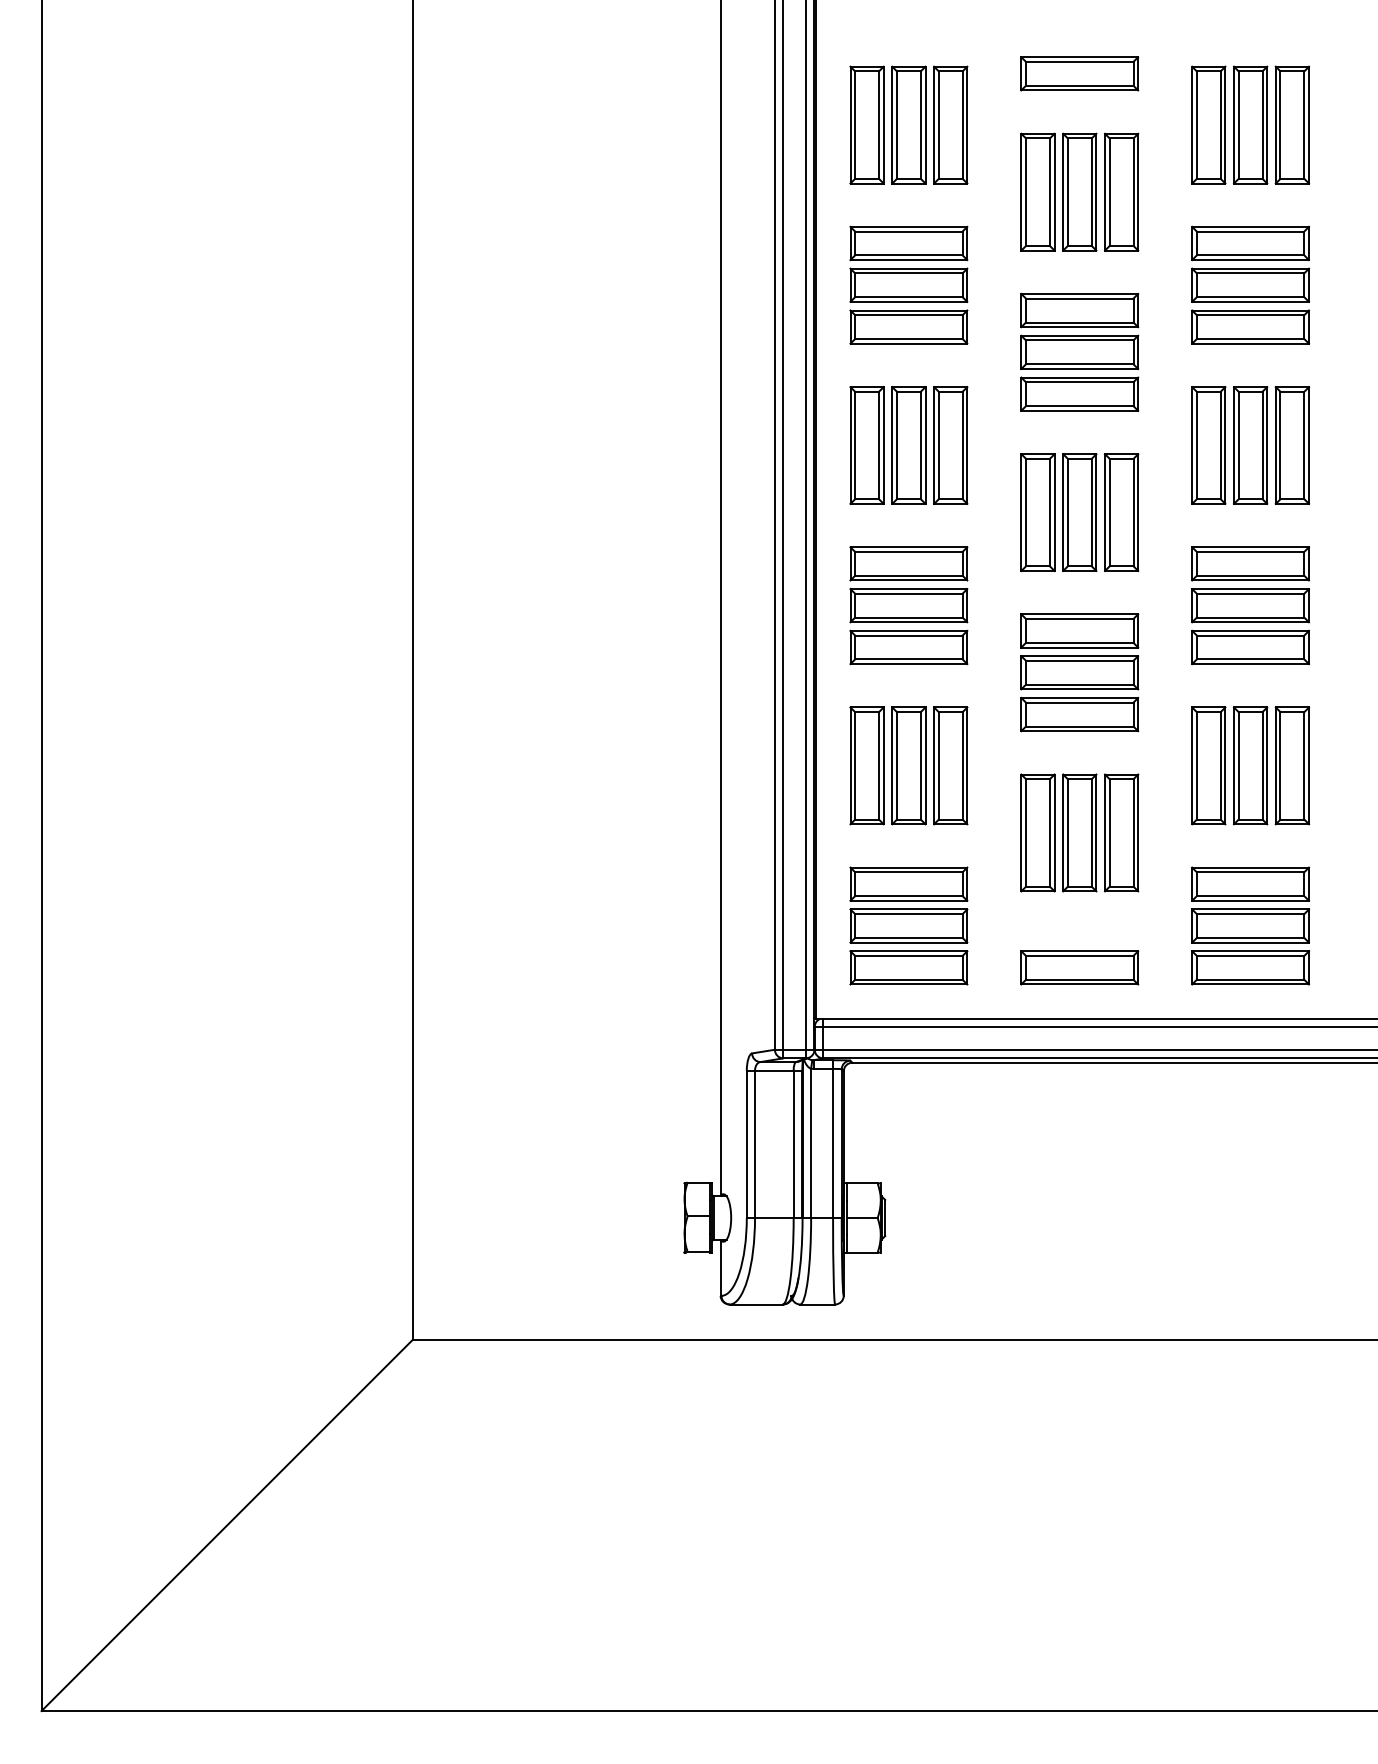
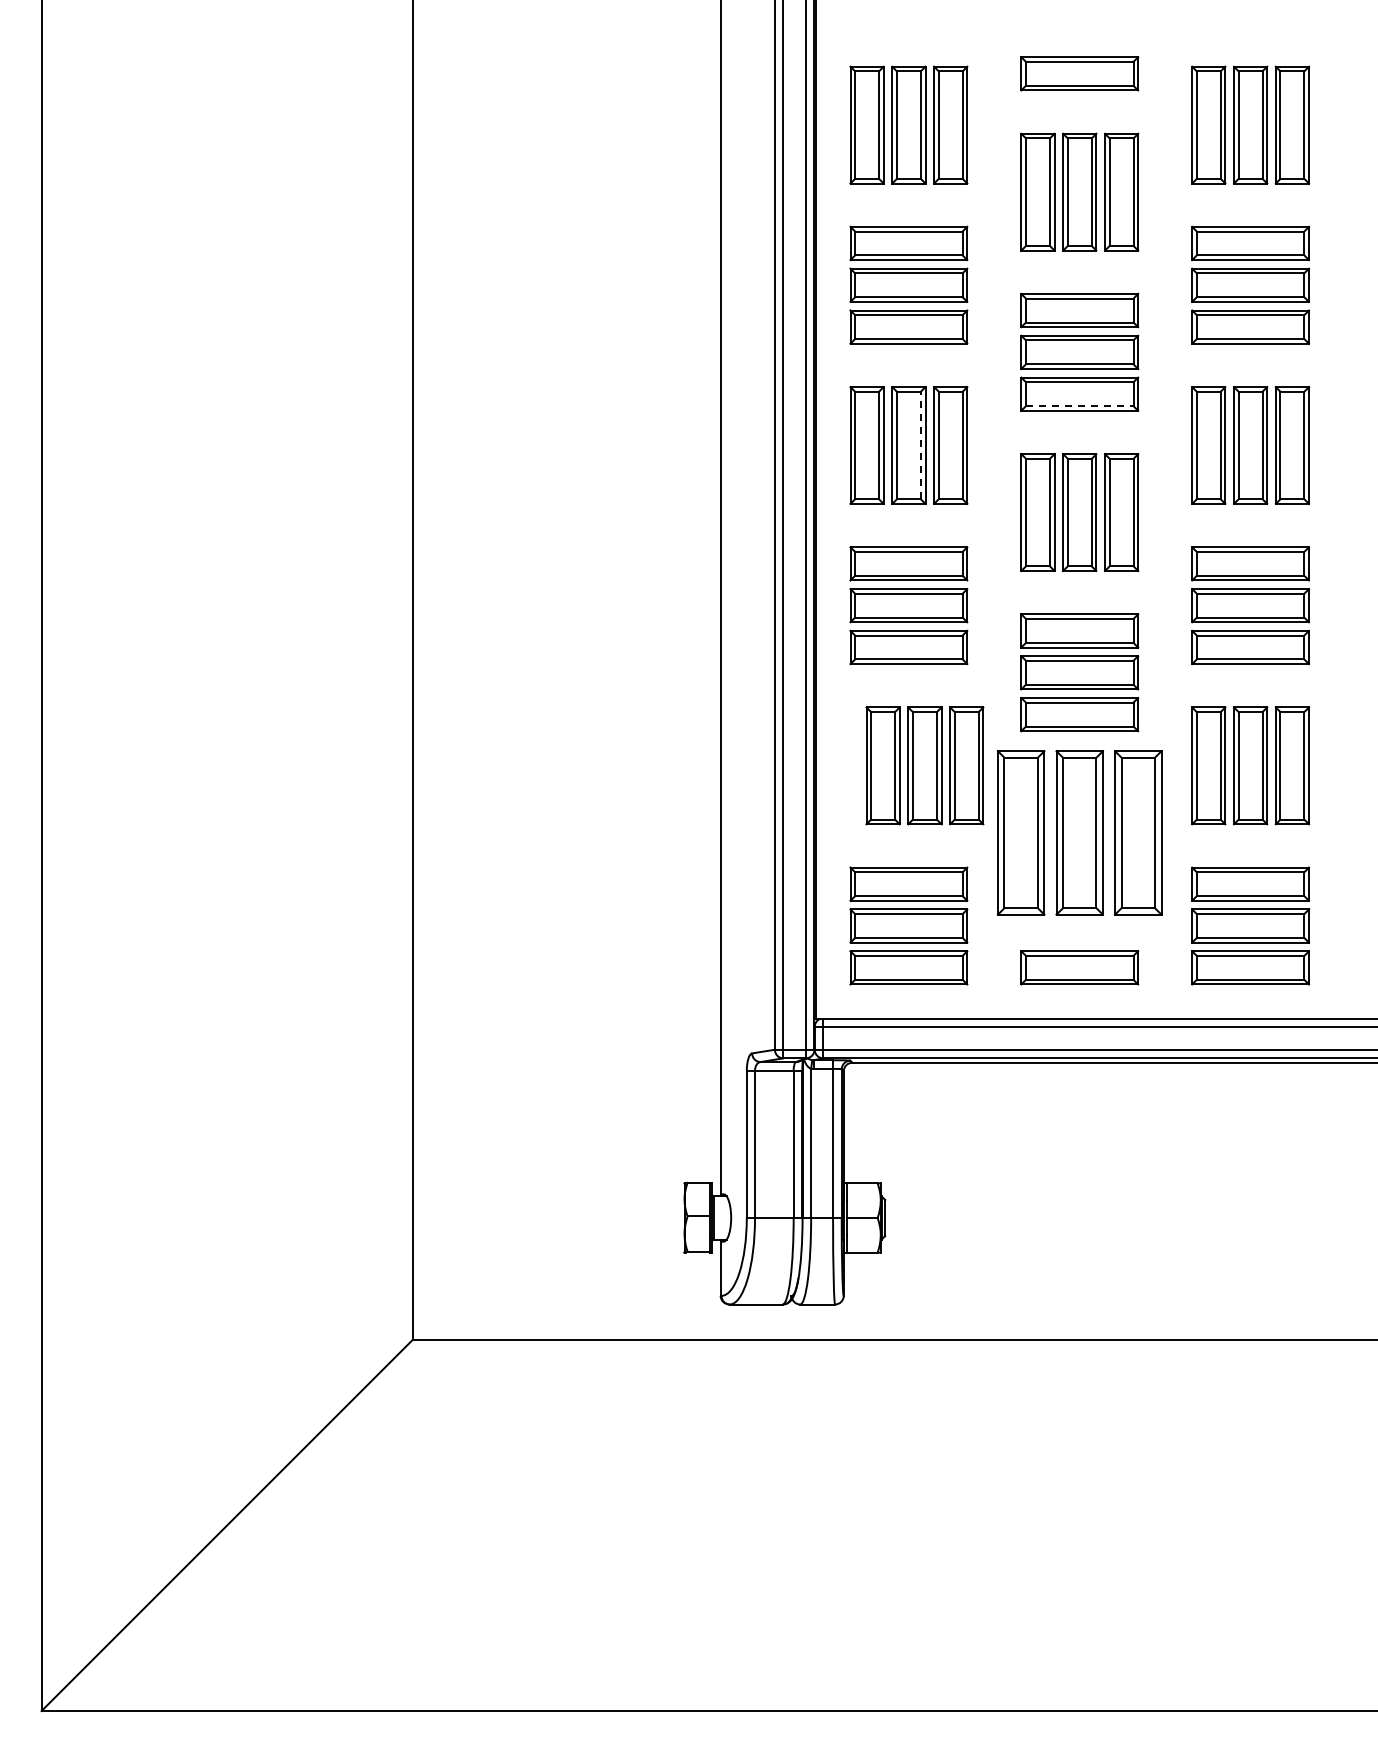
line at (1079, 406): solid -> dashed
line at (920, 445): solid -> dashed
part at (908, 765) position: (908, 765) -> (924, 765)
part at (1079, 832) size: 120x120 px -> 167x166 px
